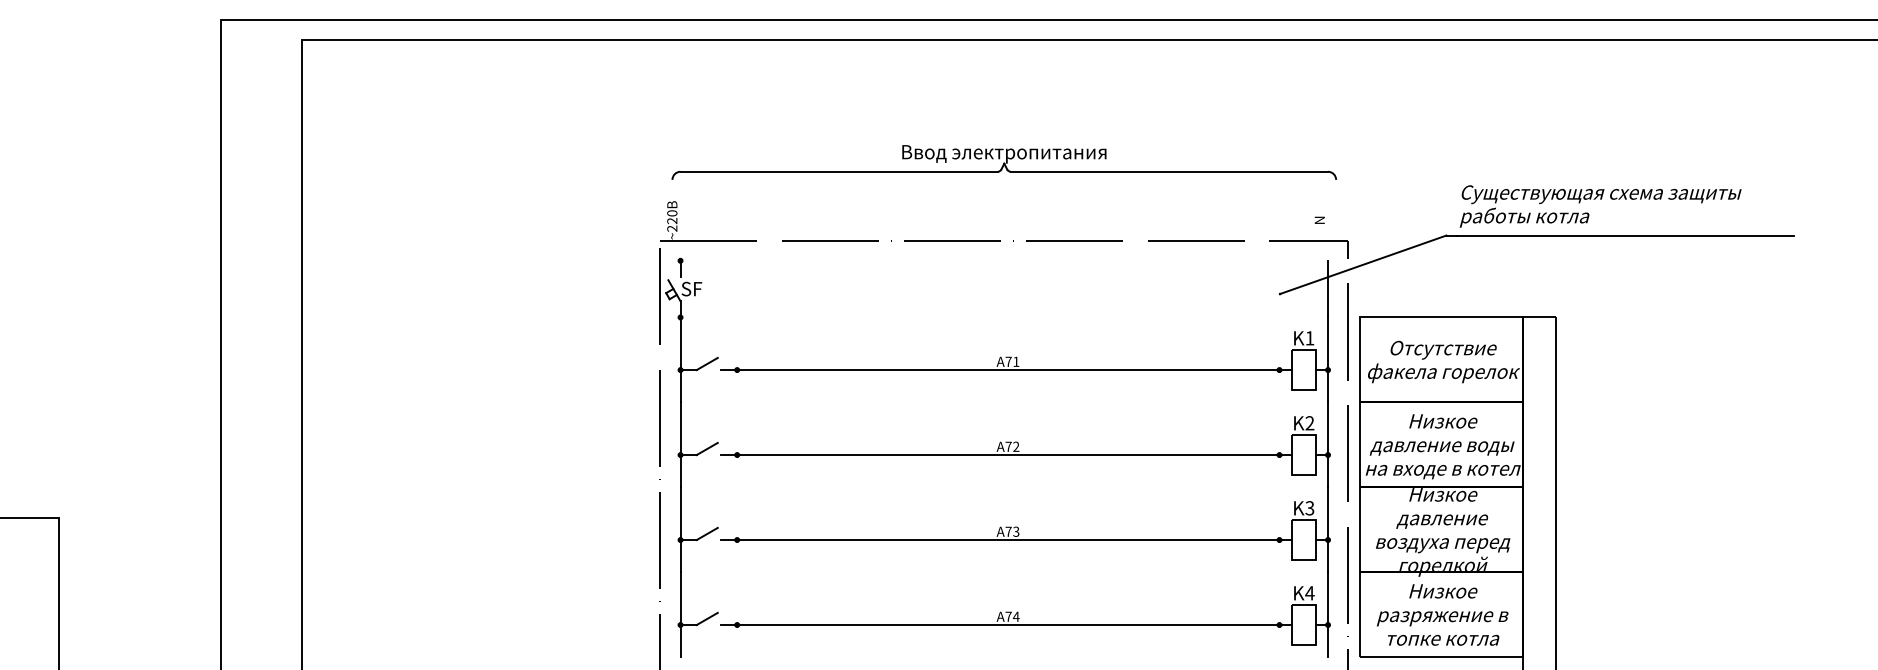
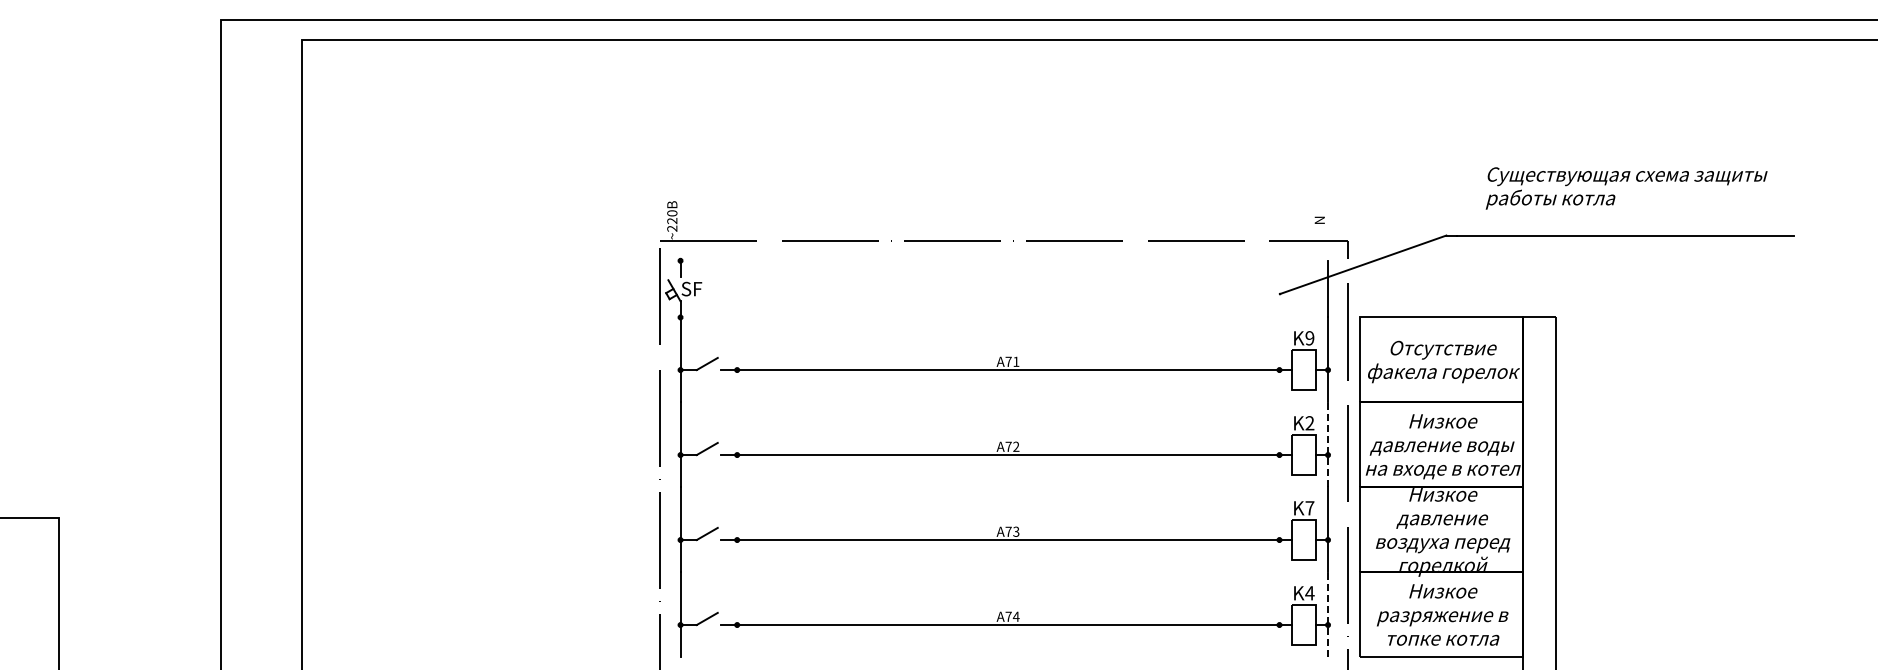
part at (1003, 162): present -> none
text at (1600, 206) position: (1600, 206) -> (1626, 188)
text at (1309, 338): K1 -> K9
line at (1328, 444): solid -> dashed
text at (1309, 508): K3 -> K7
line at (1328, 614): solid -> dashed
